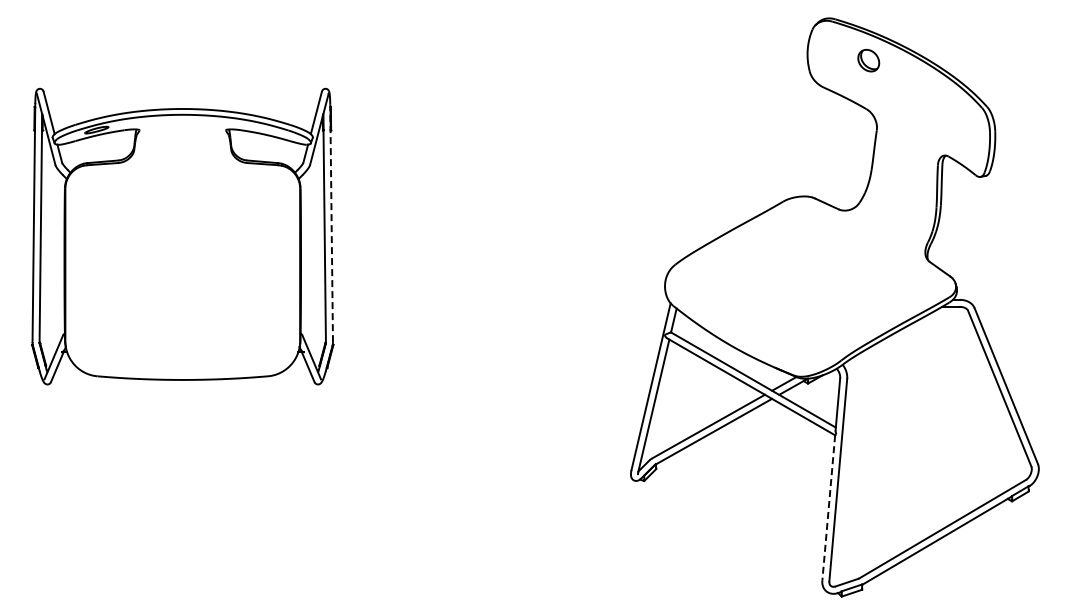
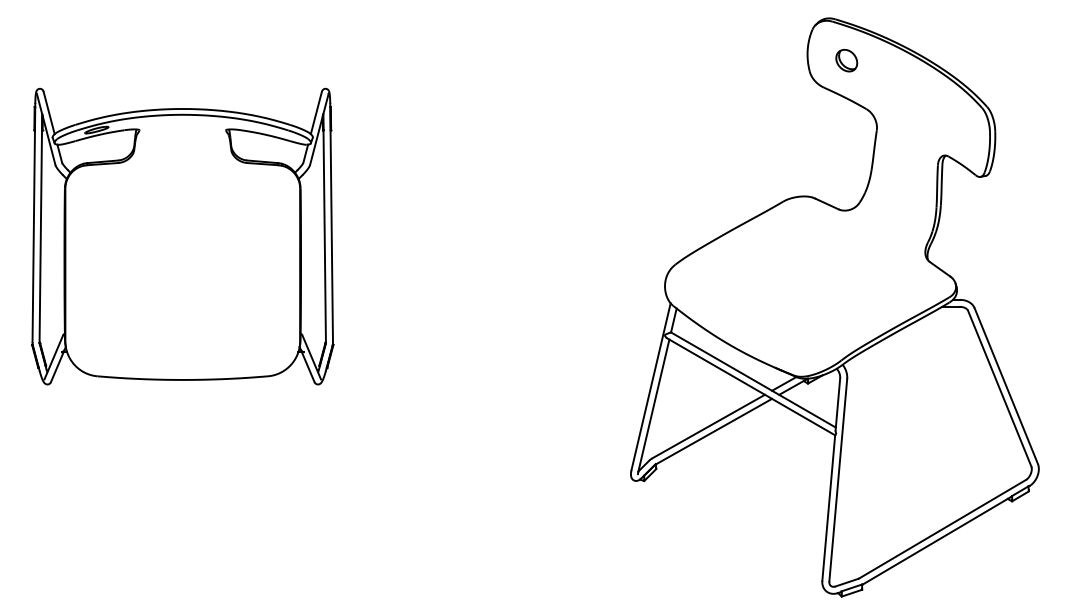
part at (868, 60) position: (868, 60) -> (846, 60)
line at (331, 222): dashed -> solid
line at (828, 508): dashed -> solid
